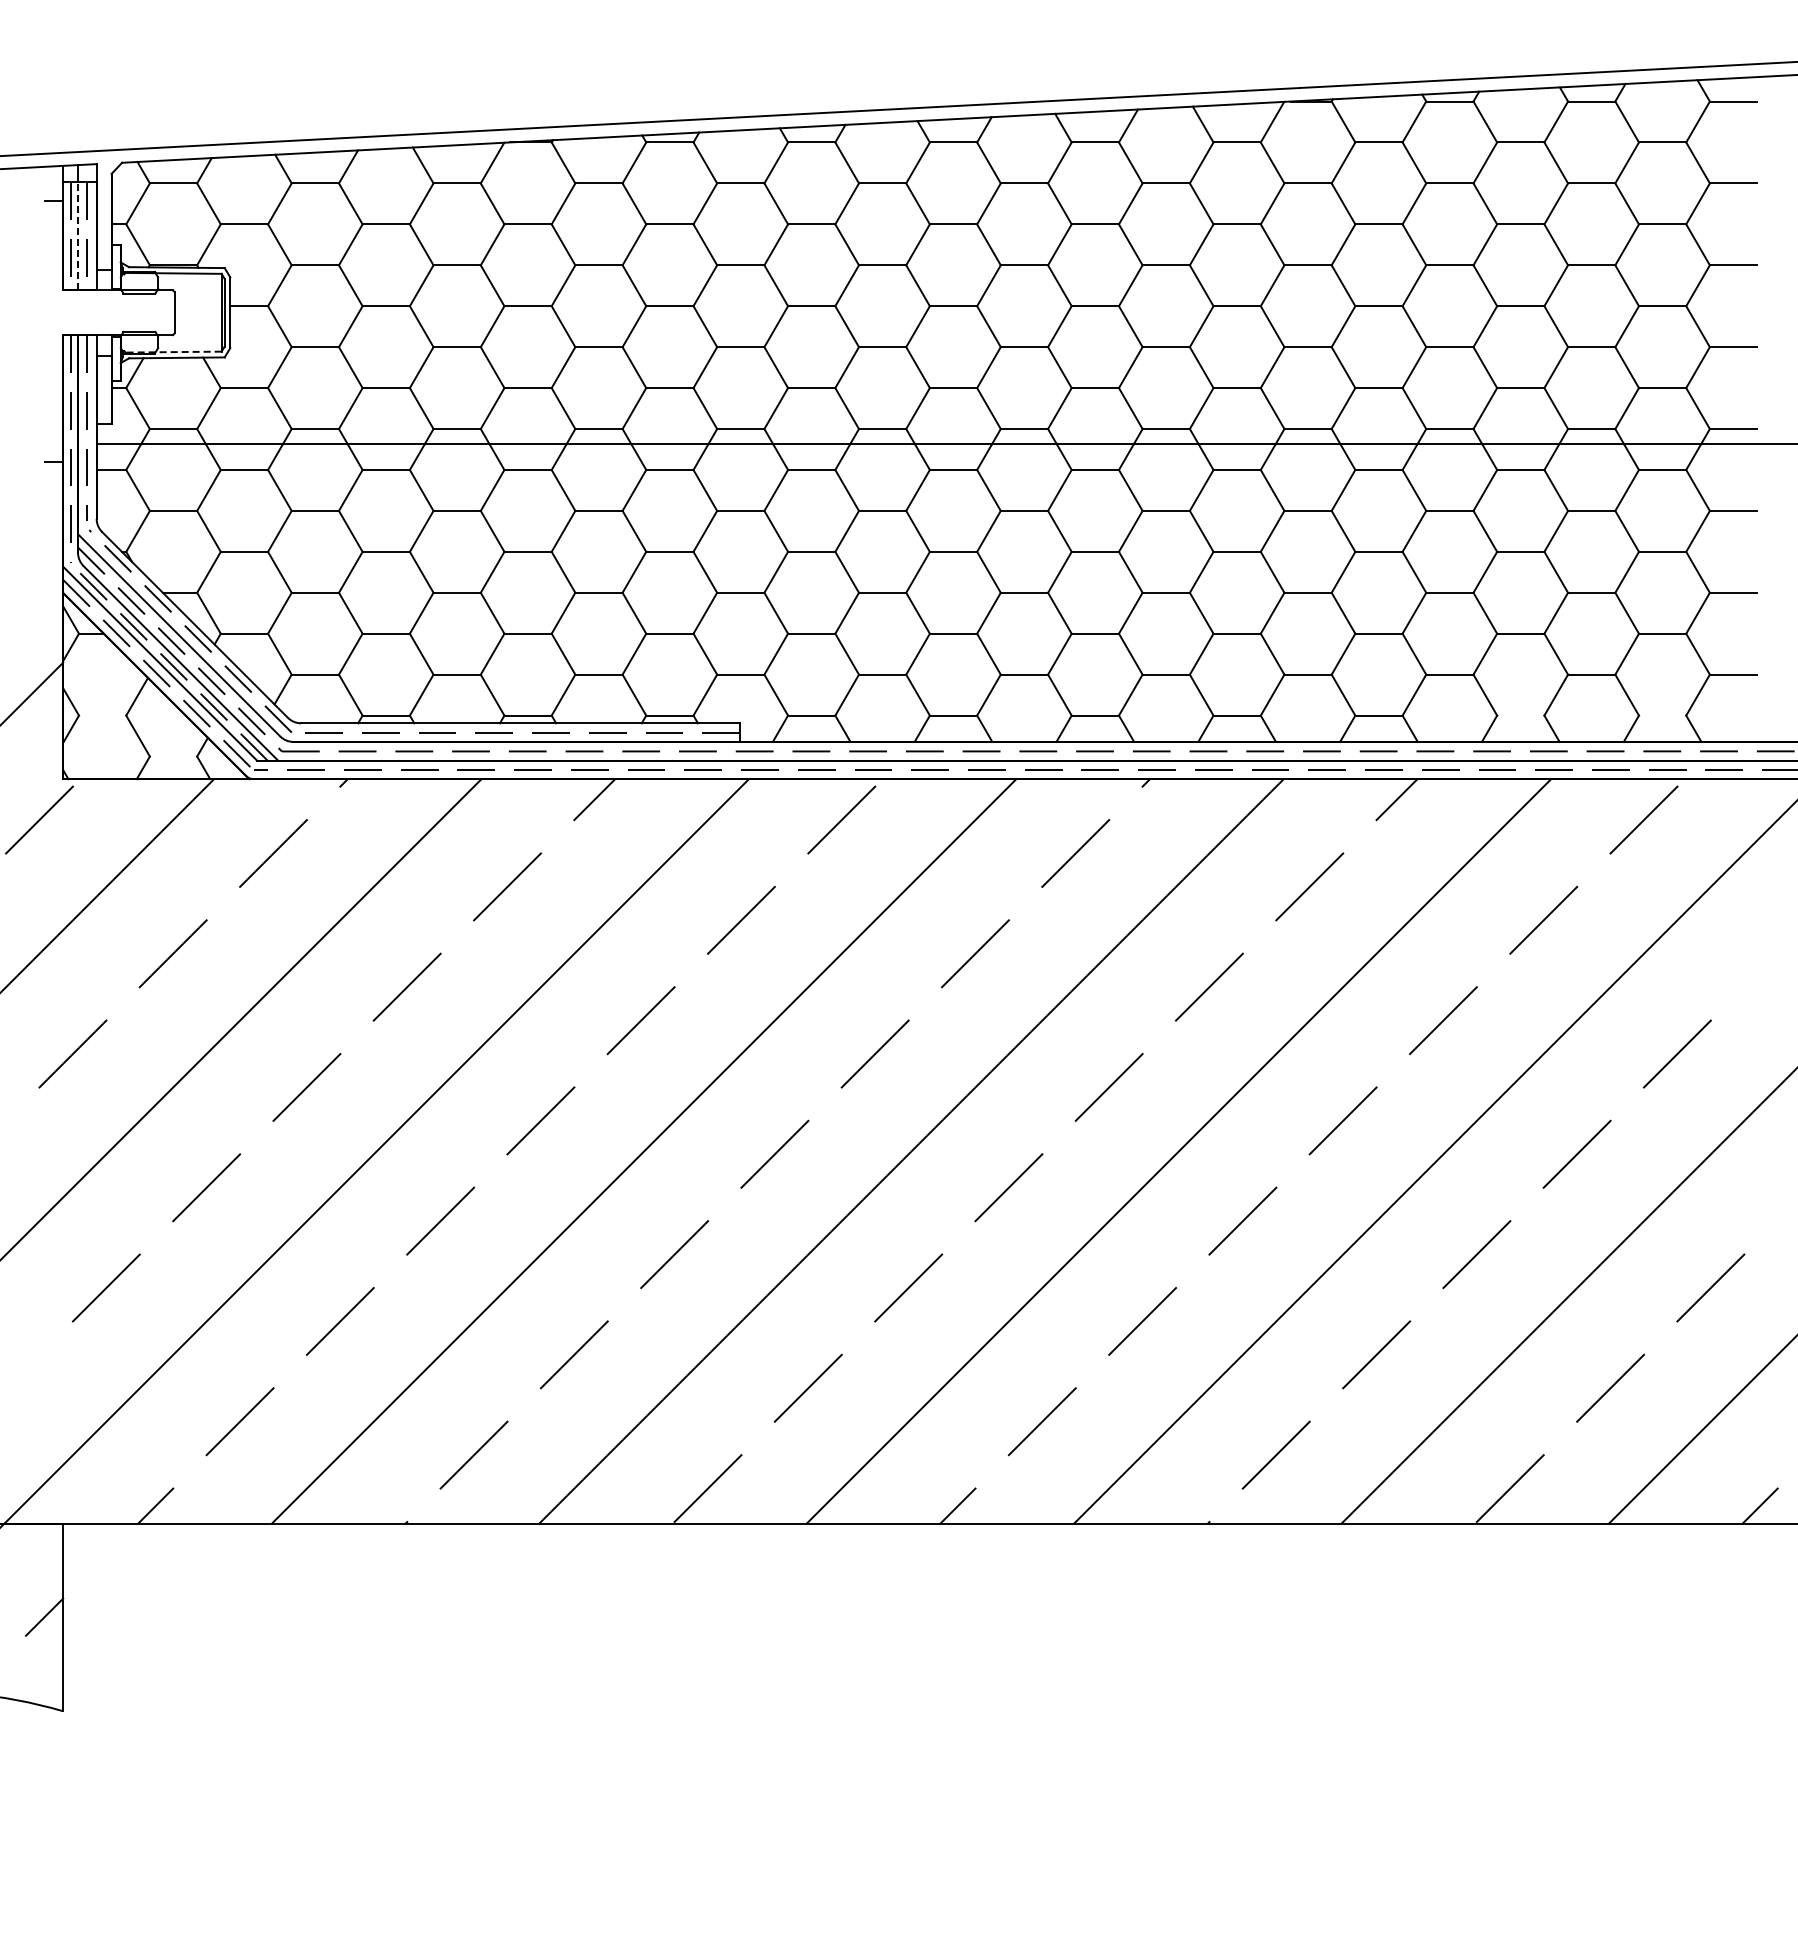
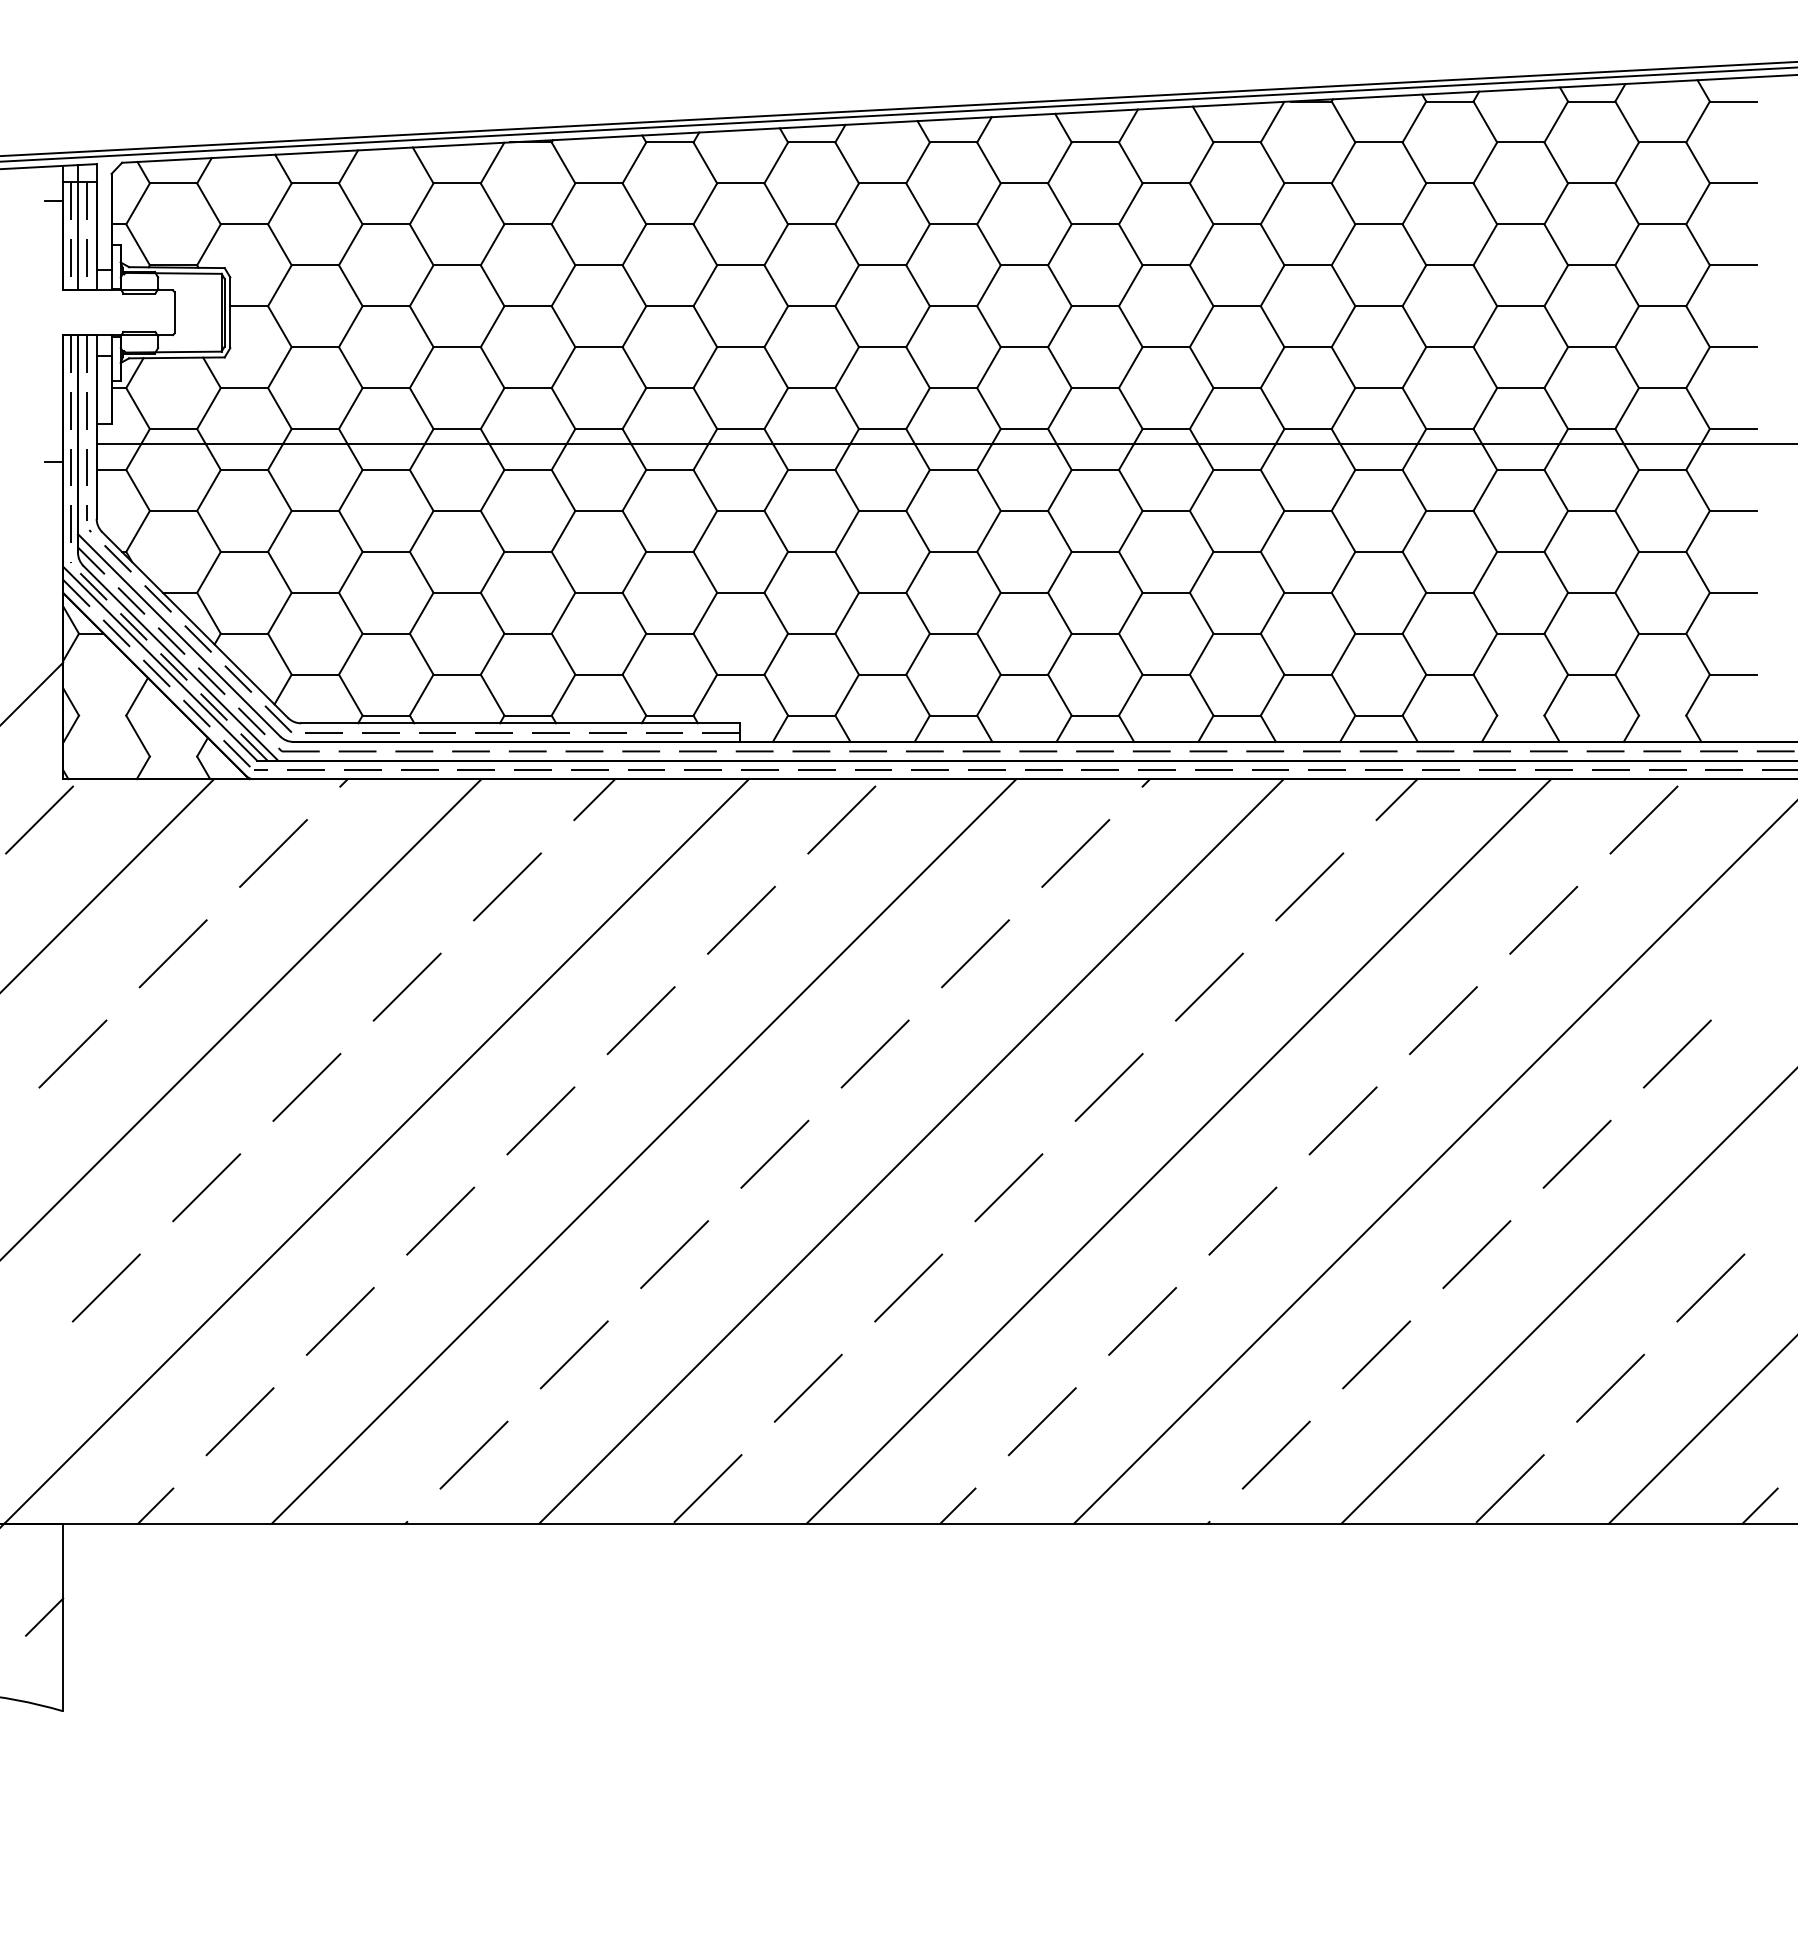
line at (898, 114): none -> present
line at (78, 236): dashed -> solid
line at (173, 352): dashed -> solid
